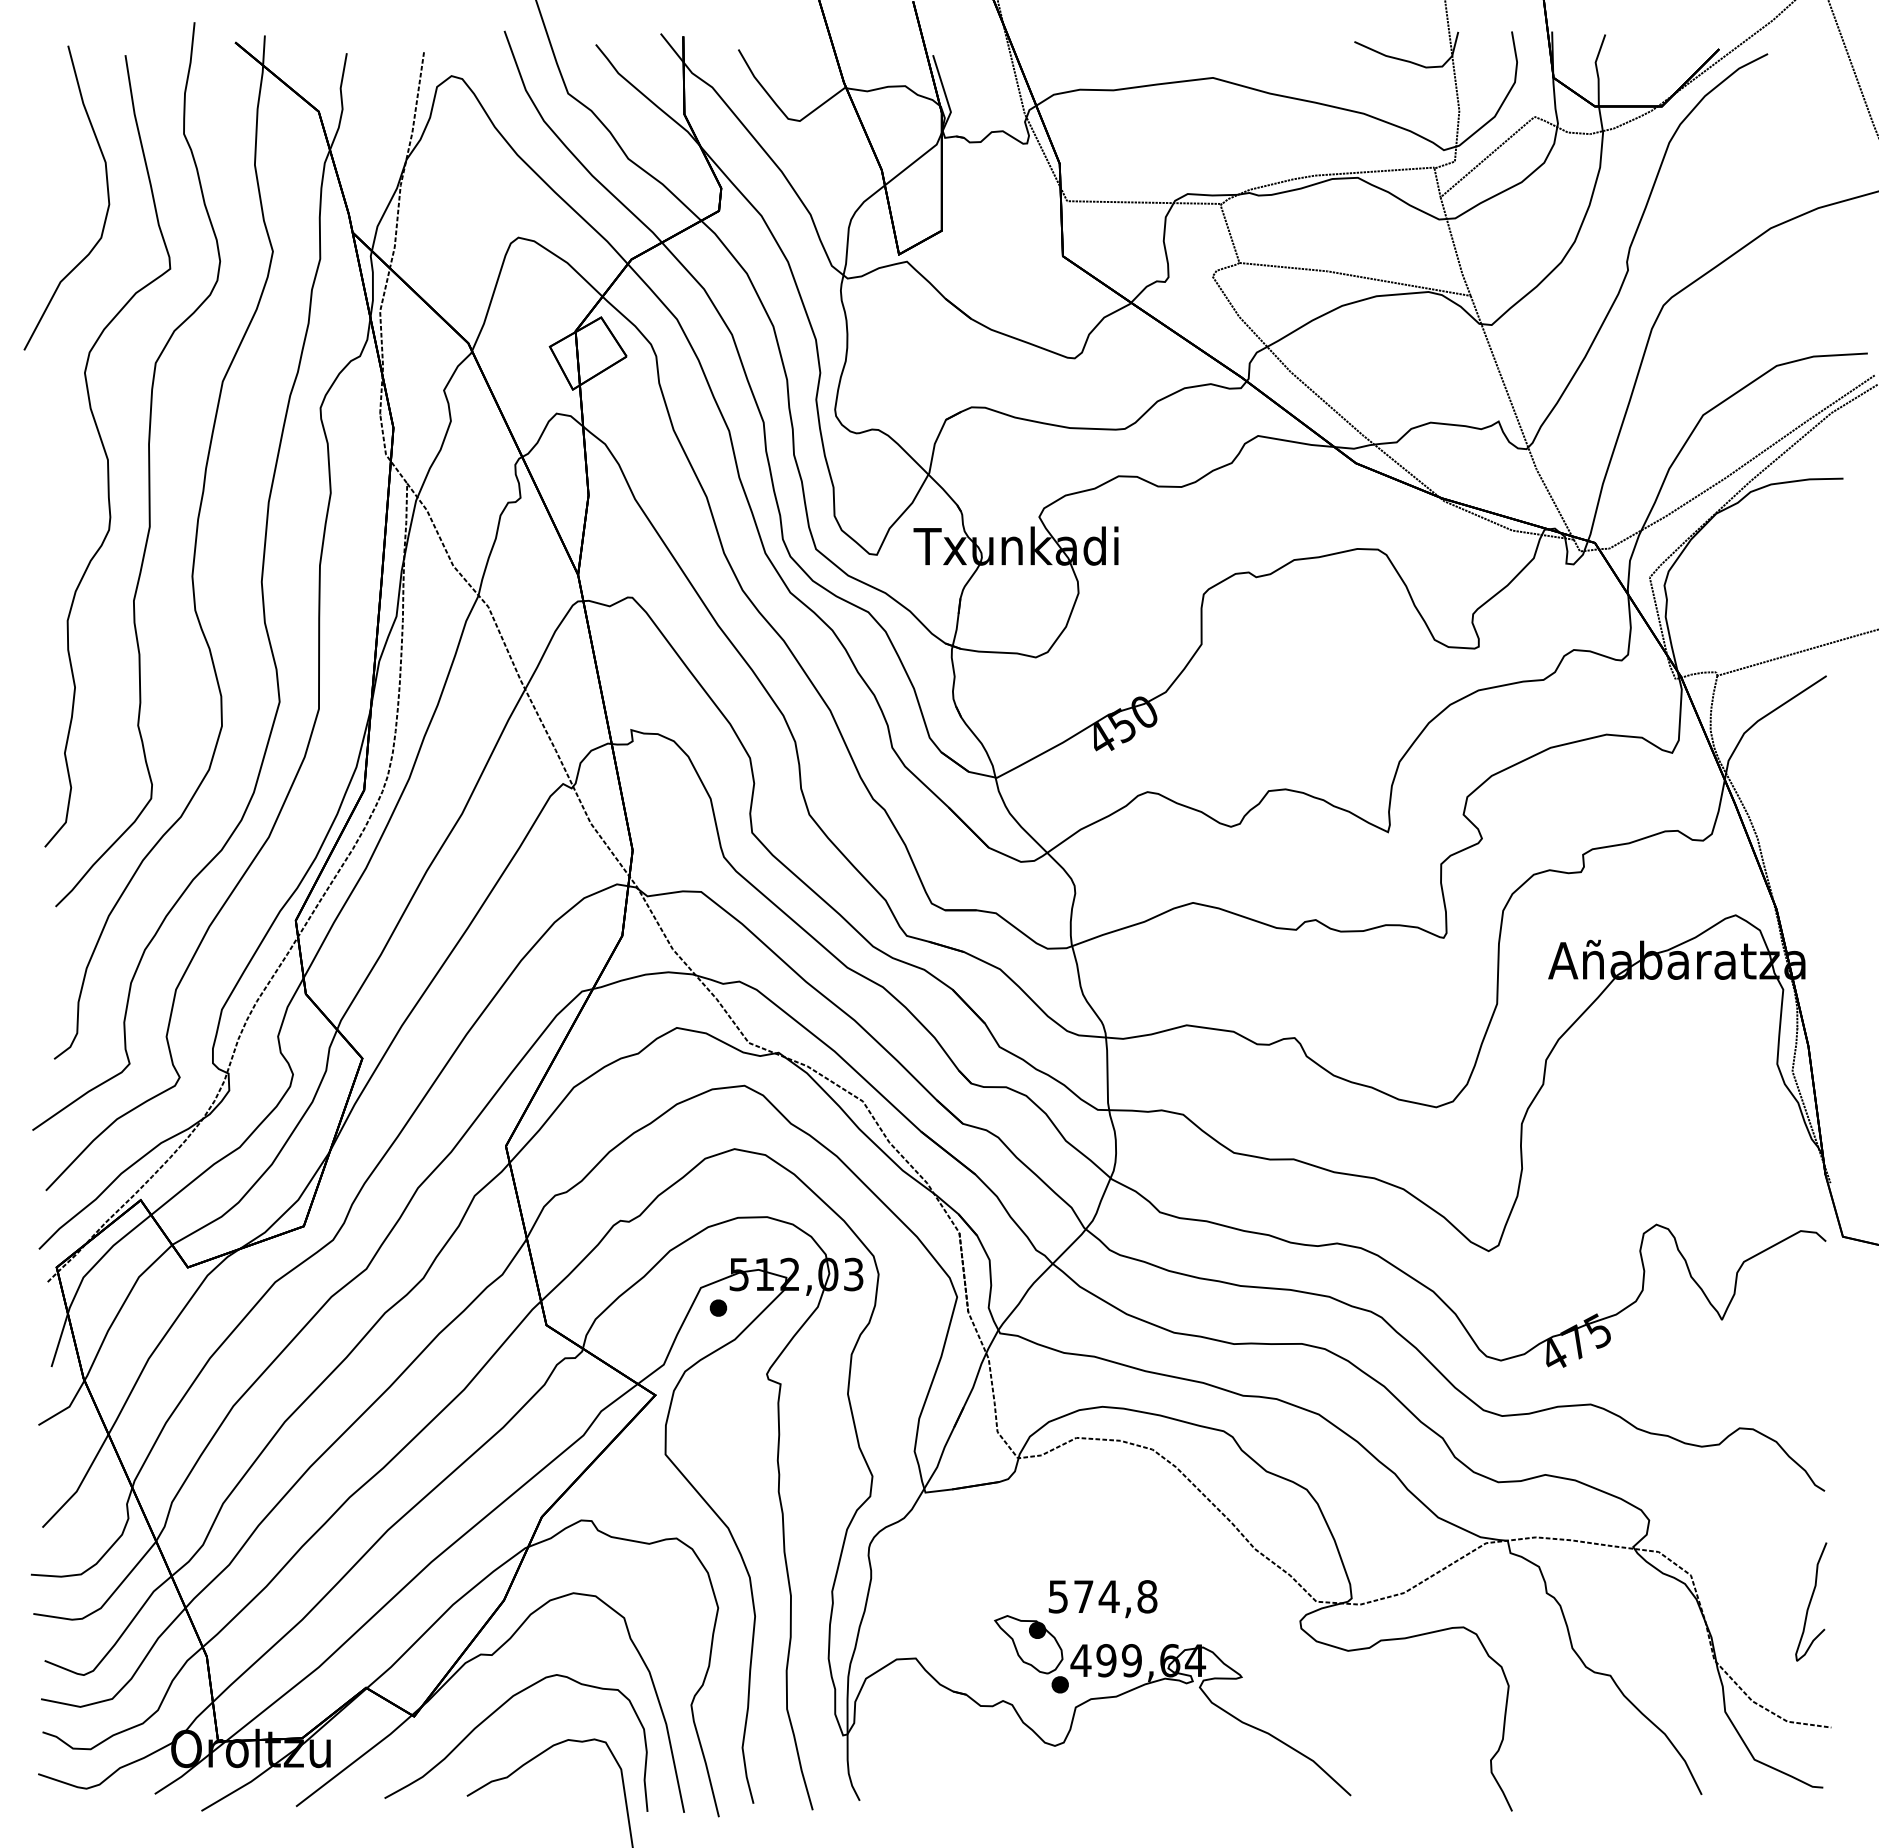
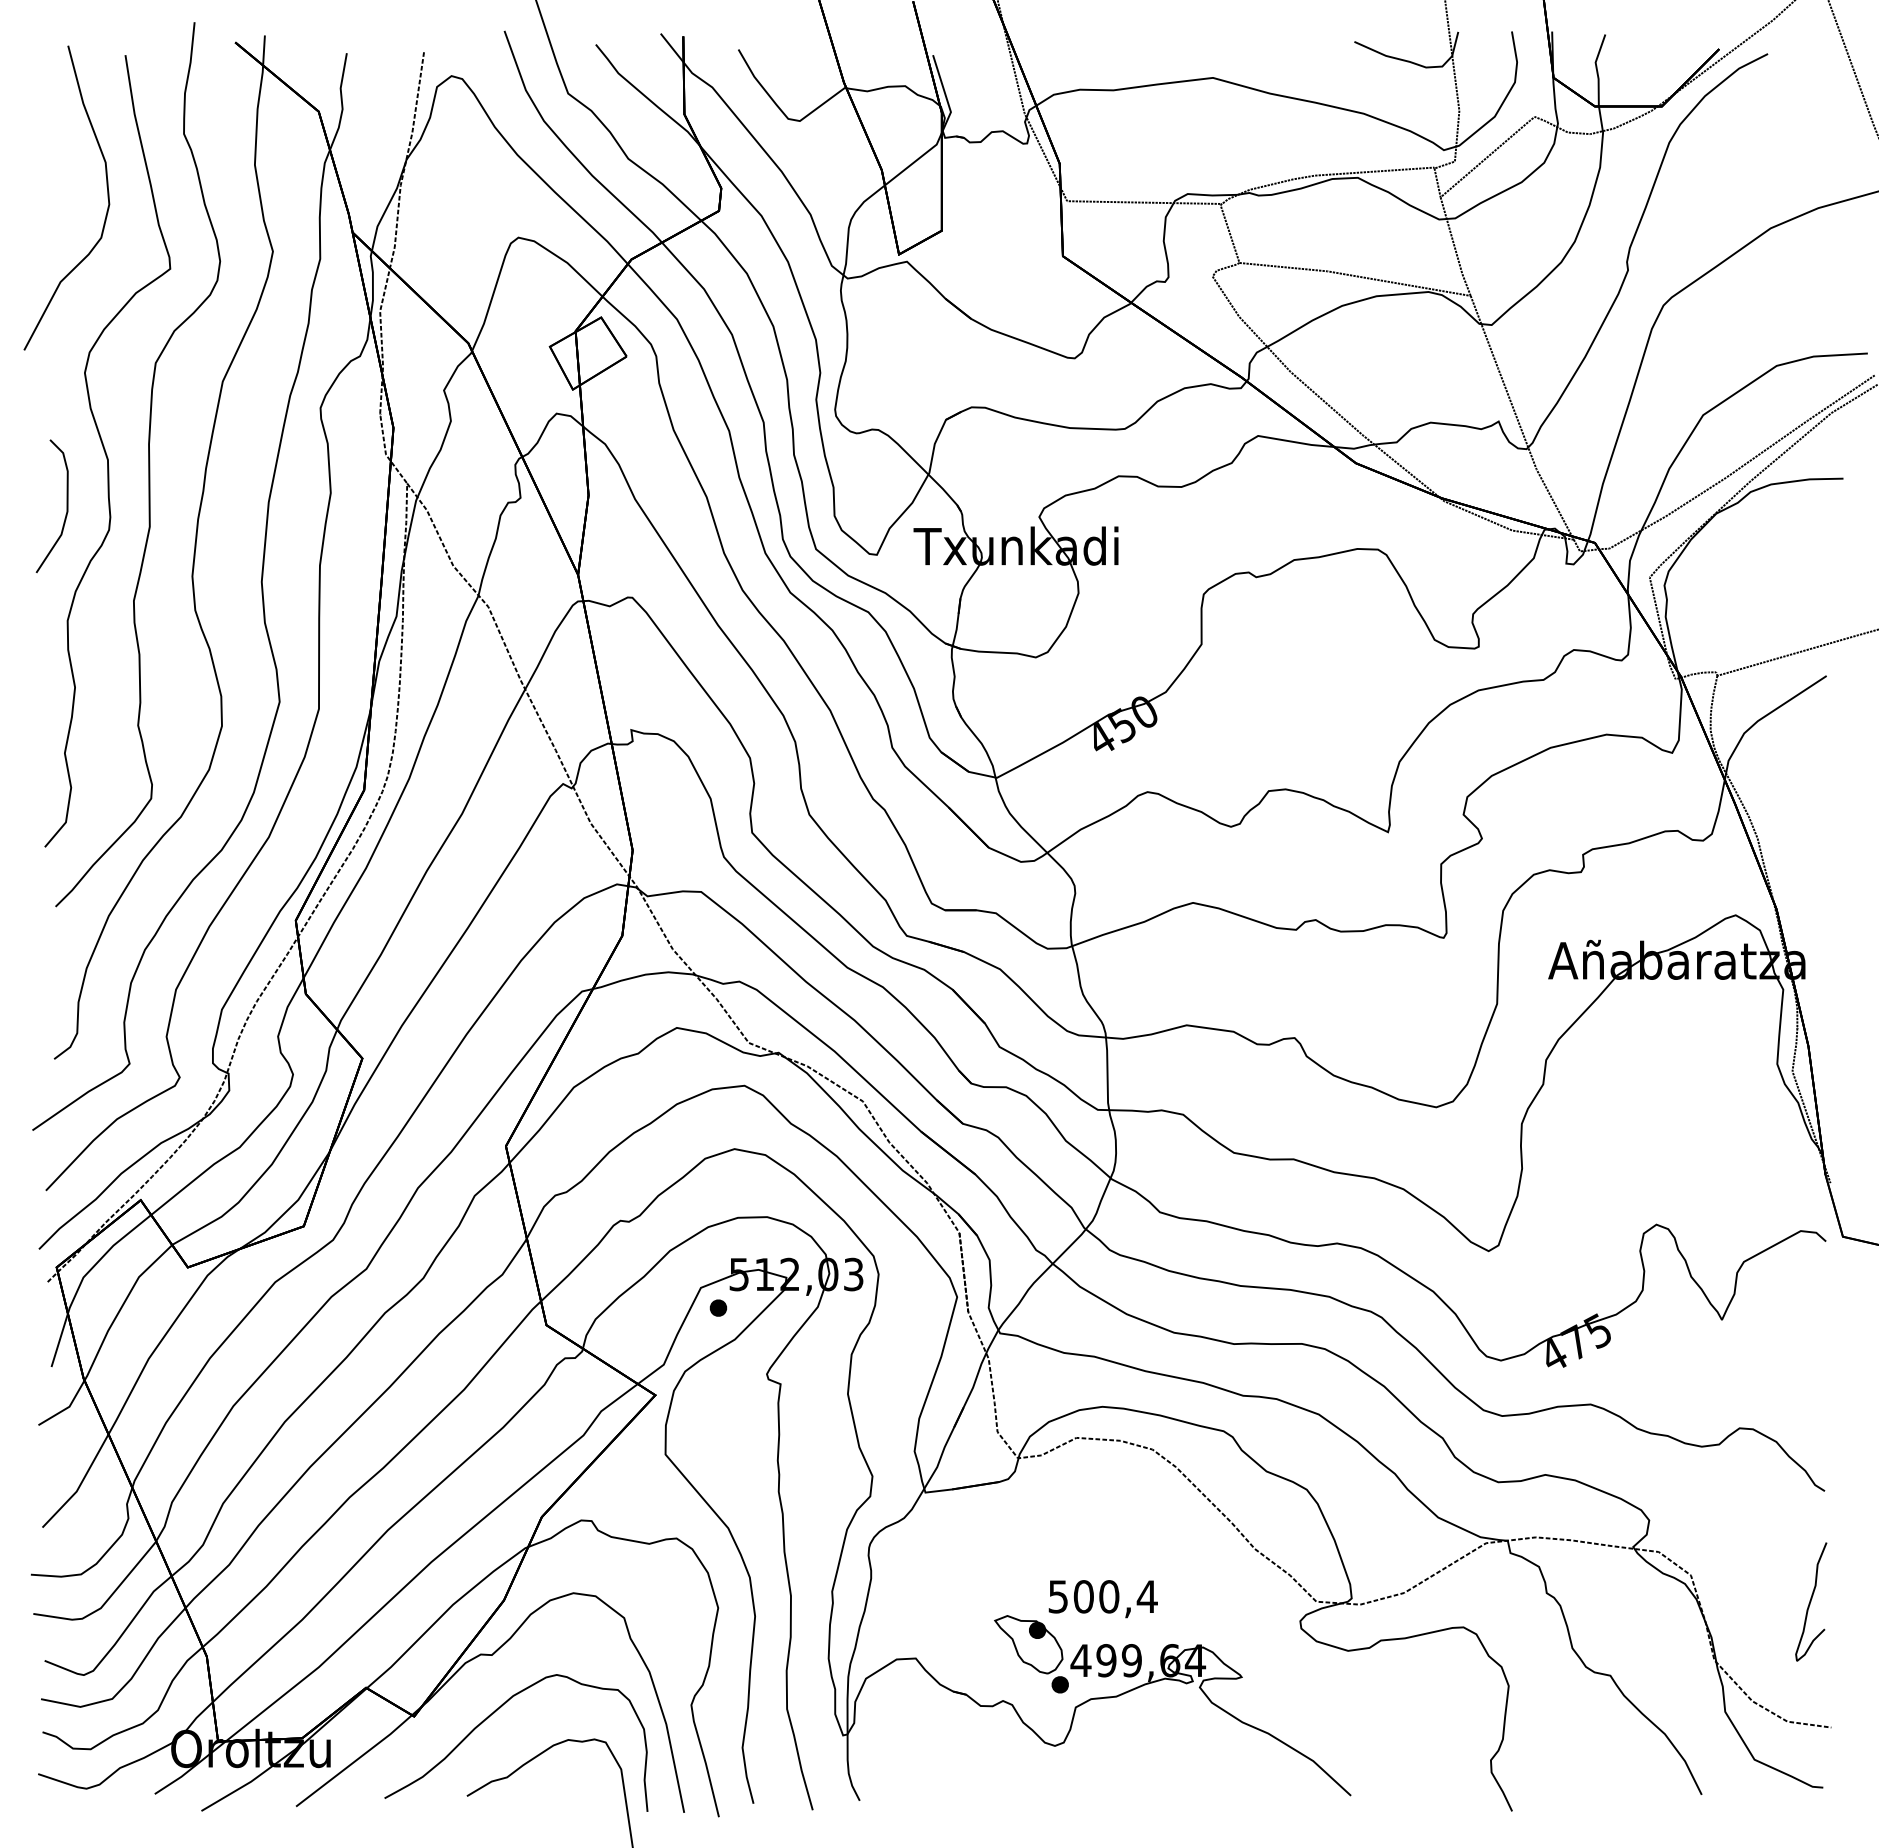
curve at (66, 506): none -> present
text at (1115, 1596): 574,8 -> 500,4
